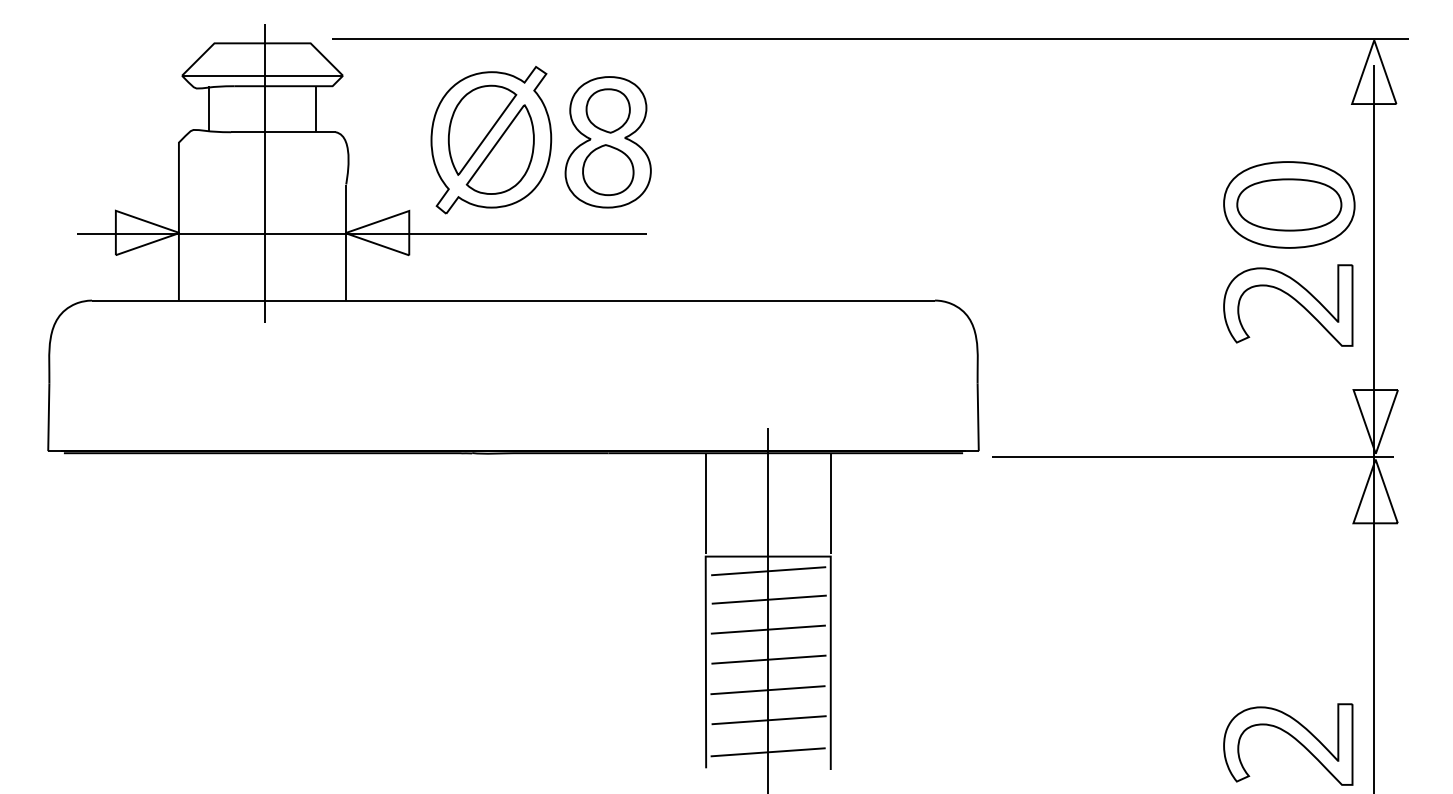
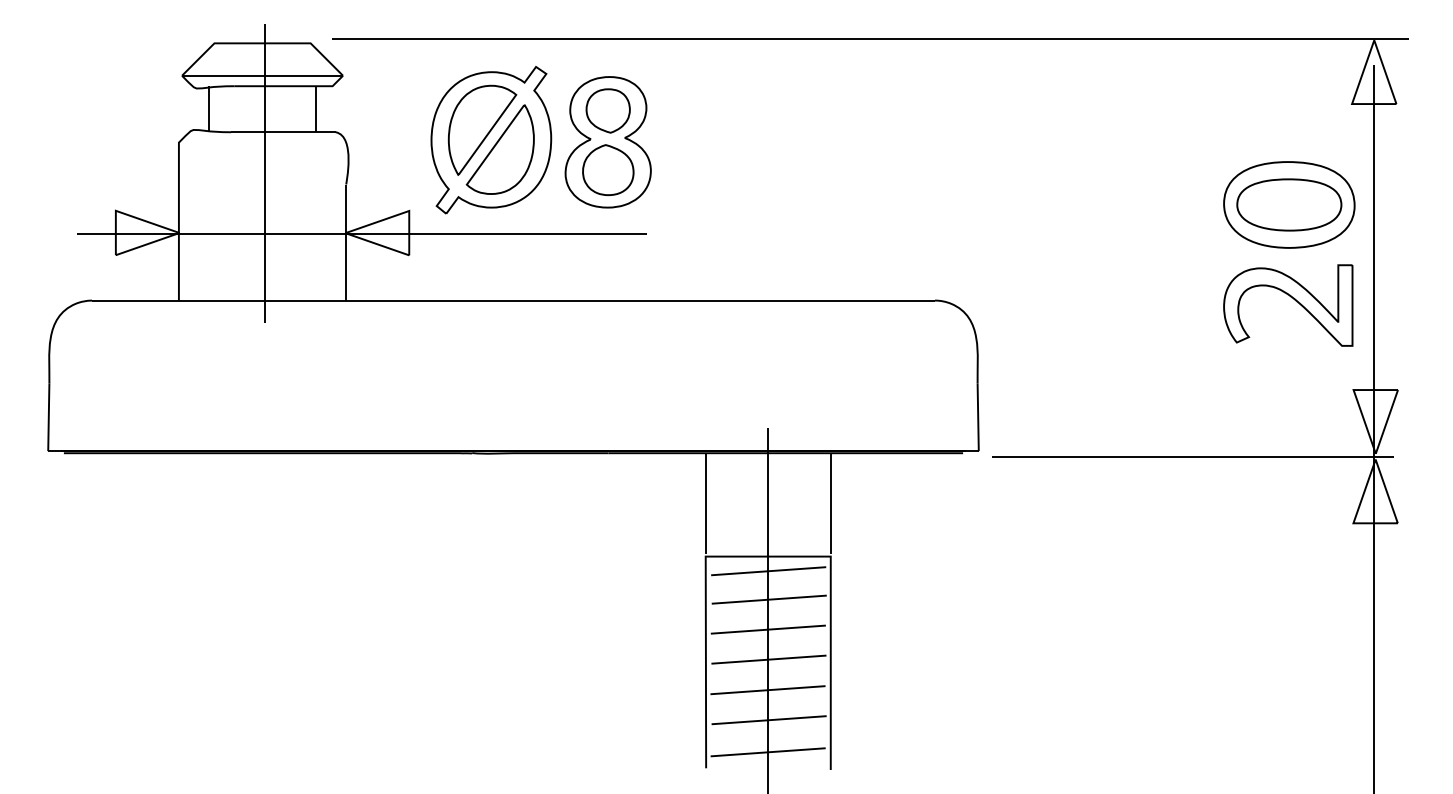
part at (1293, 738): present -> none
